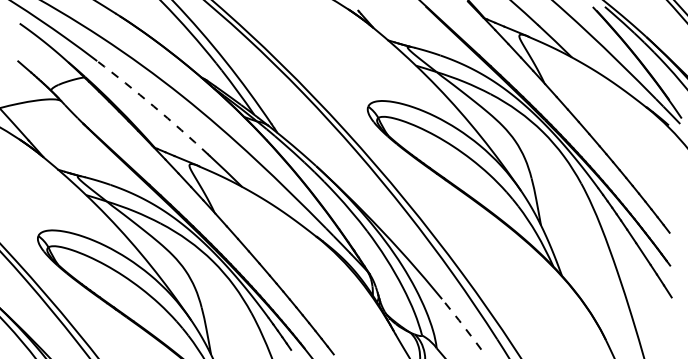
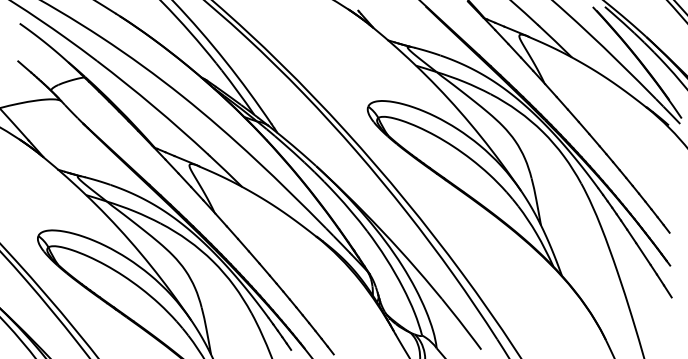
arc at (153, 106): dashed -> solid
line at (462, 324): dashed -> solid
